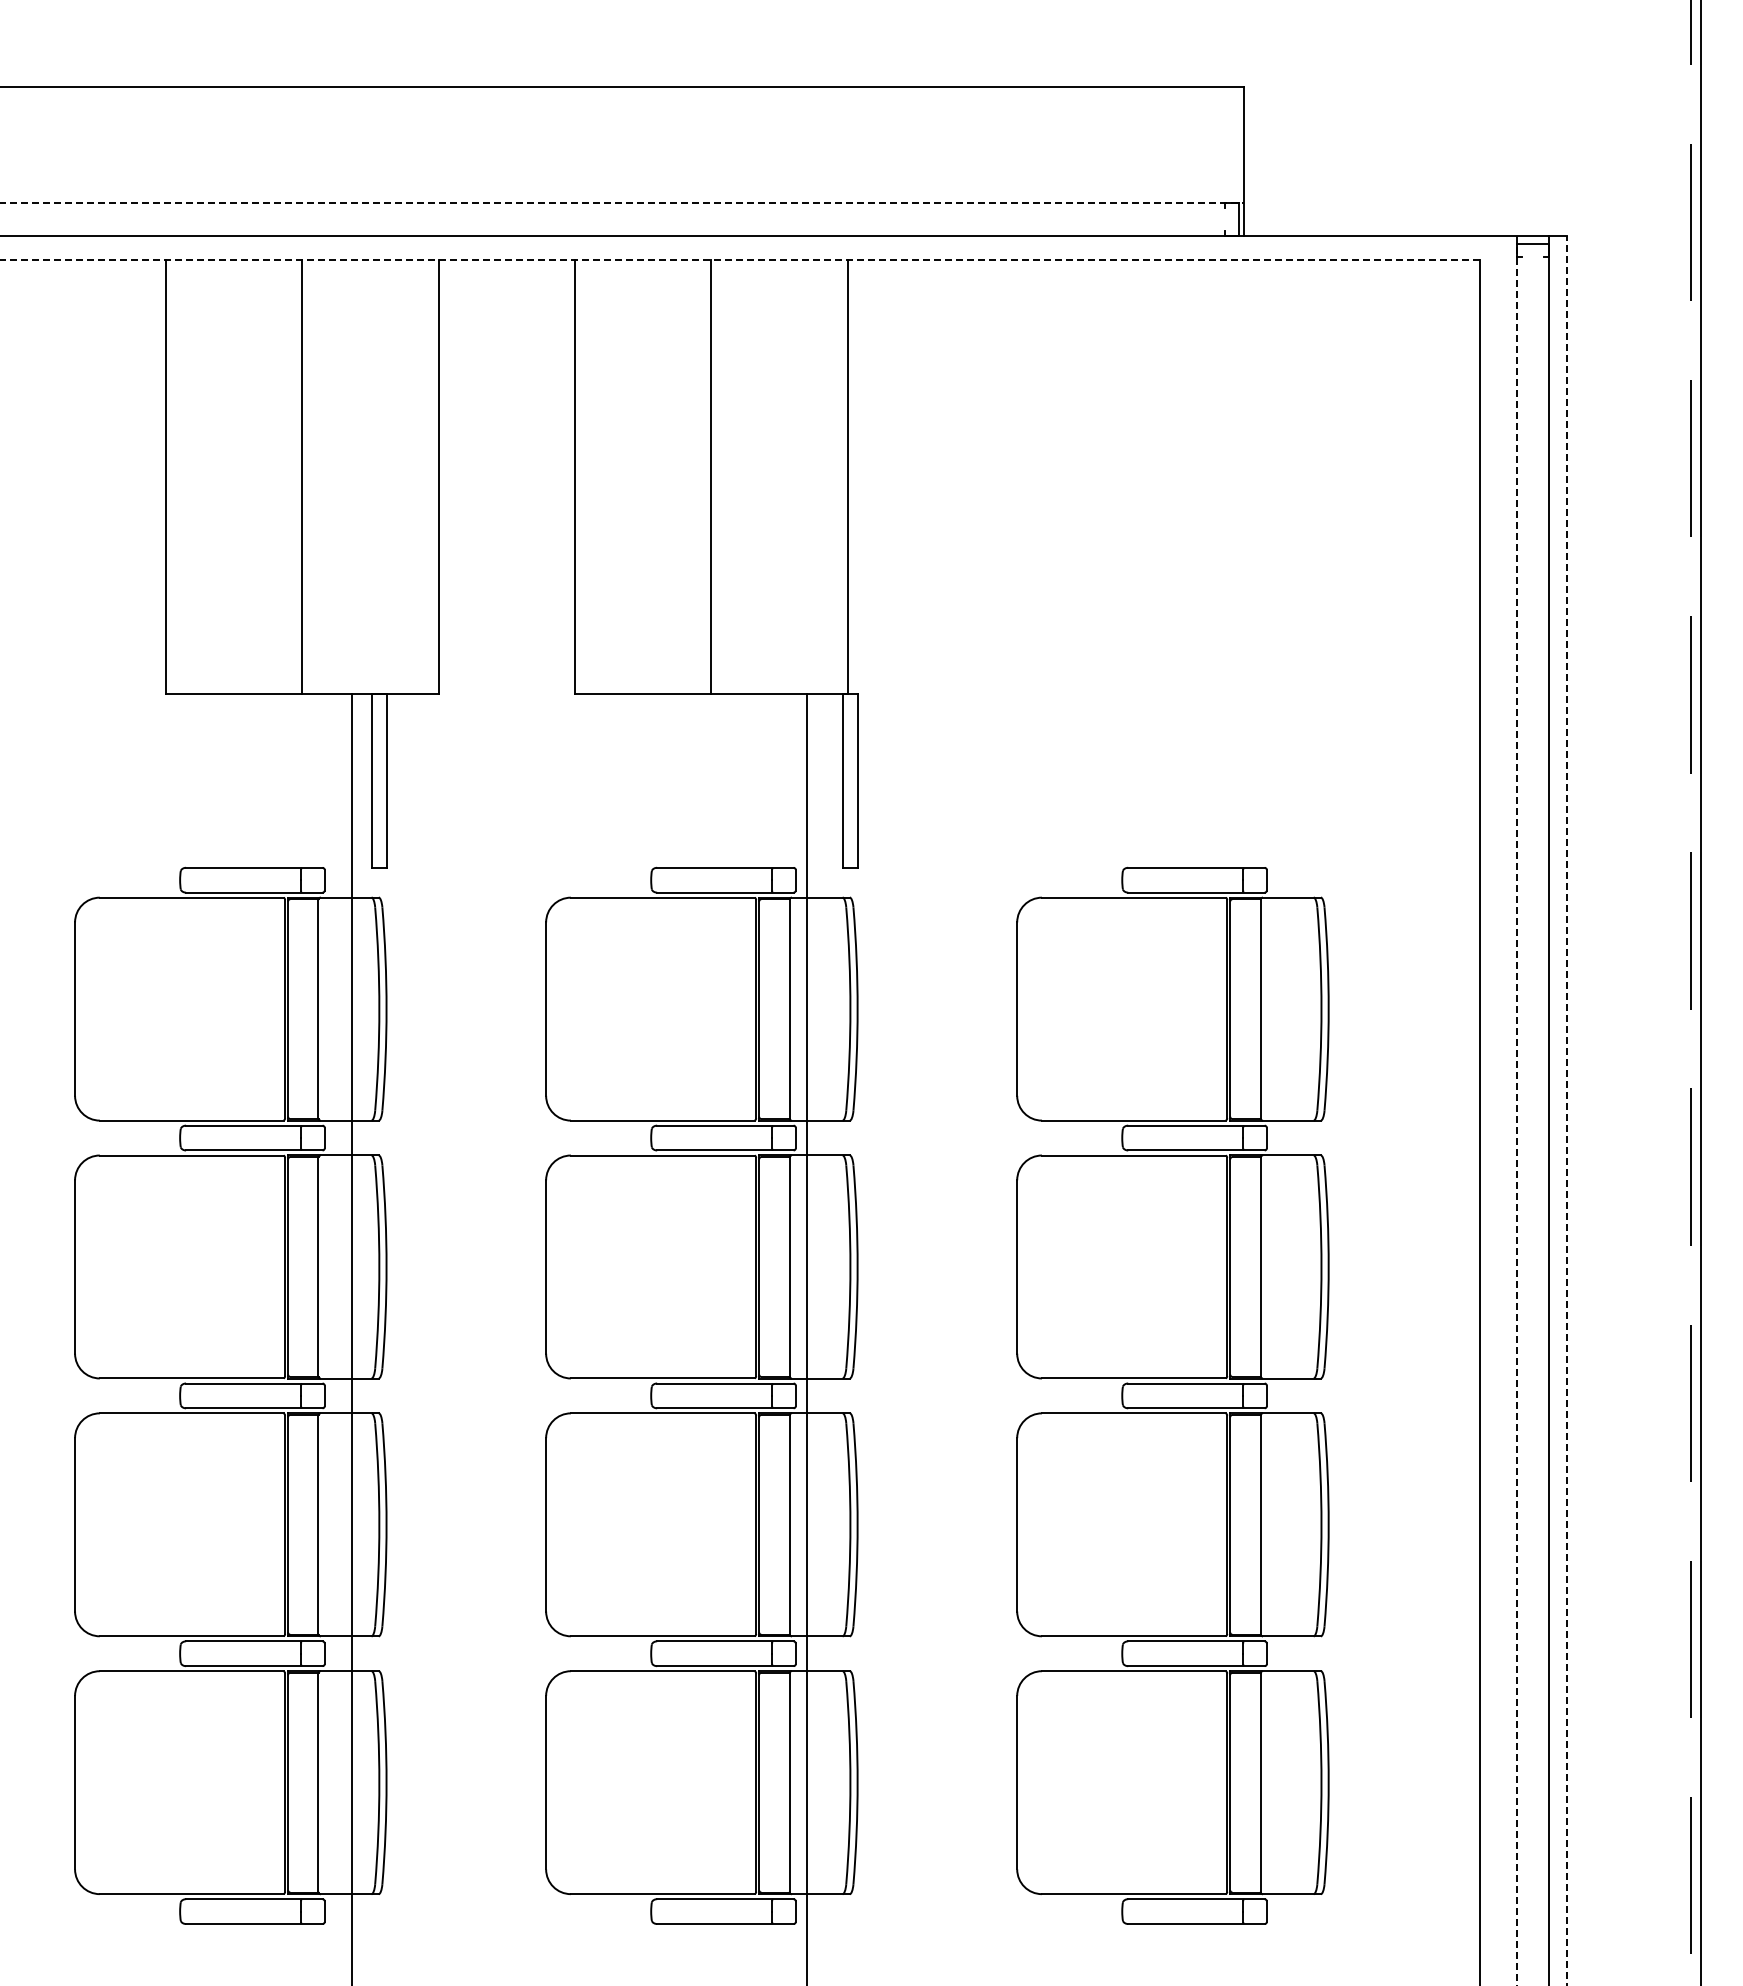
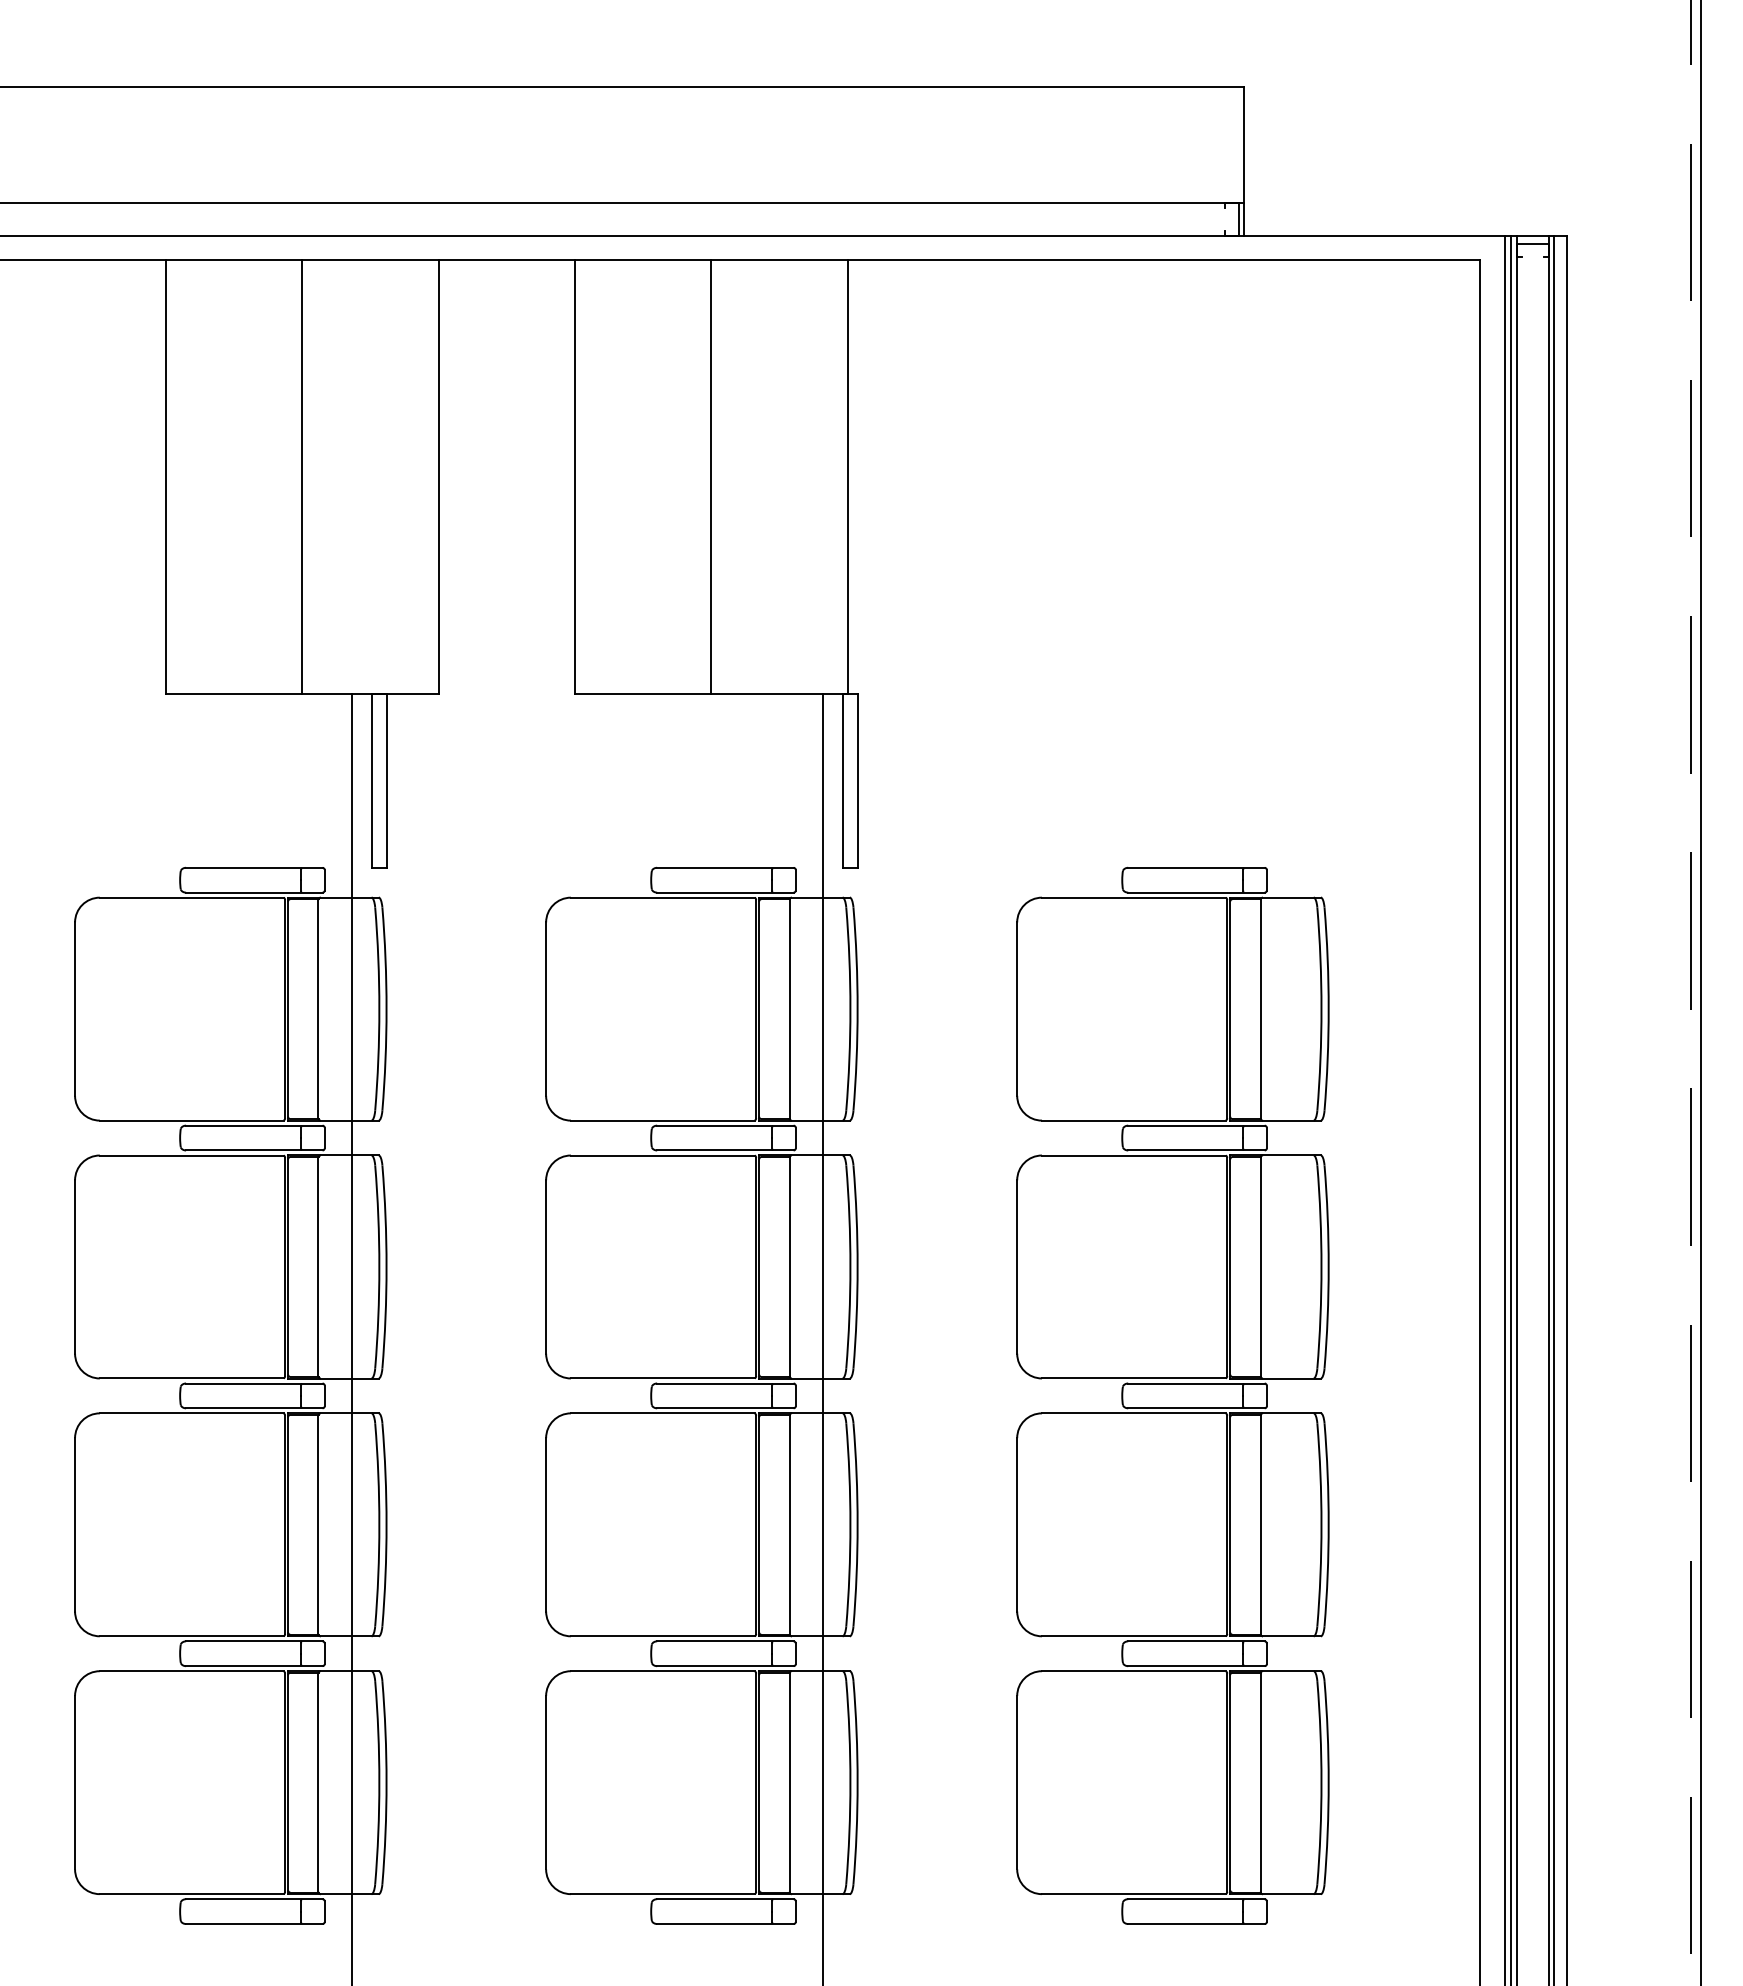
line at (622, 203): dashed -> solid
line at (739, 260): dashed -> solid
line at (1504, 1108): none -> present
line at (1510, 1108): none -> present
line at (1554, 1108): none -> present
line at (1517, 1110): dashed -> solid
line at (1566, 1110): dashed -> solid
line at (806, 1338) position: (806, 1338) -> (822, 1338)
